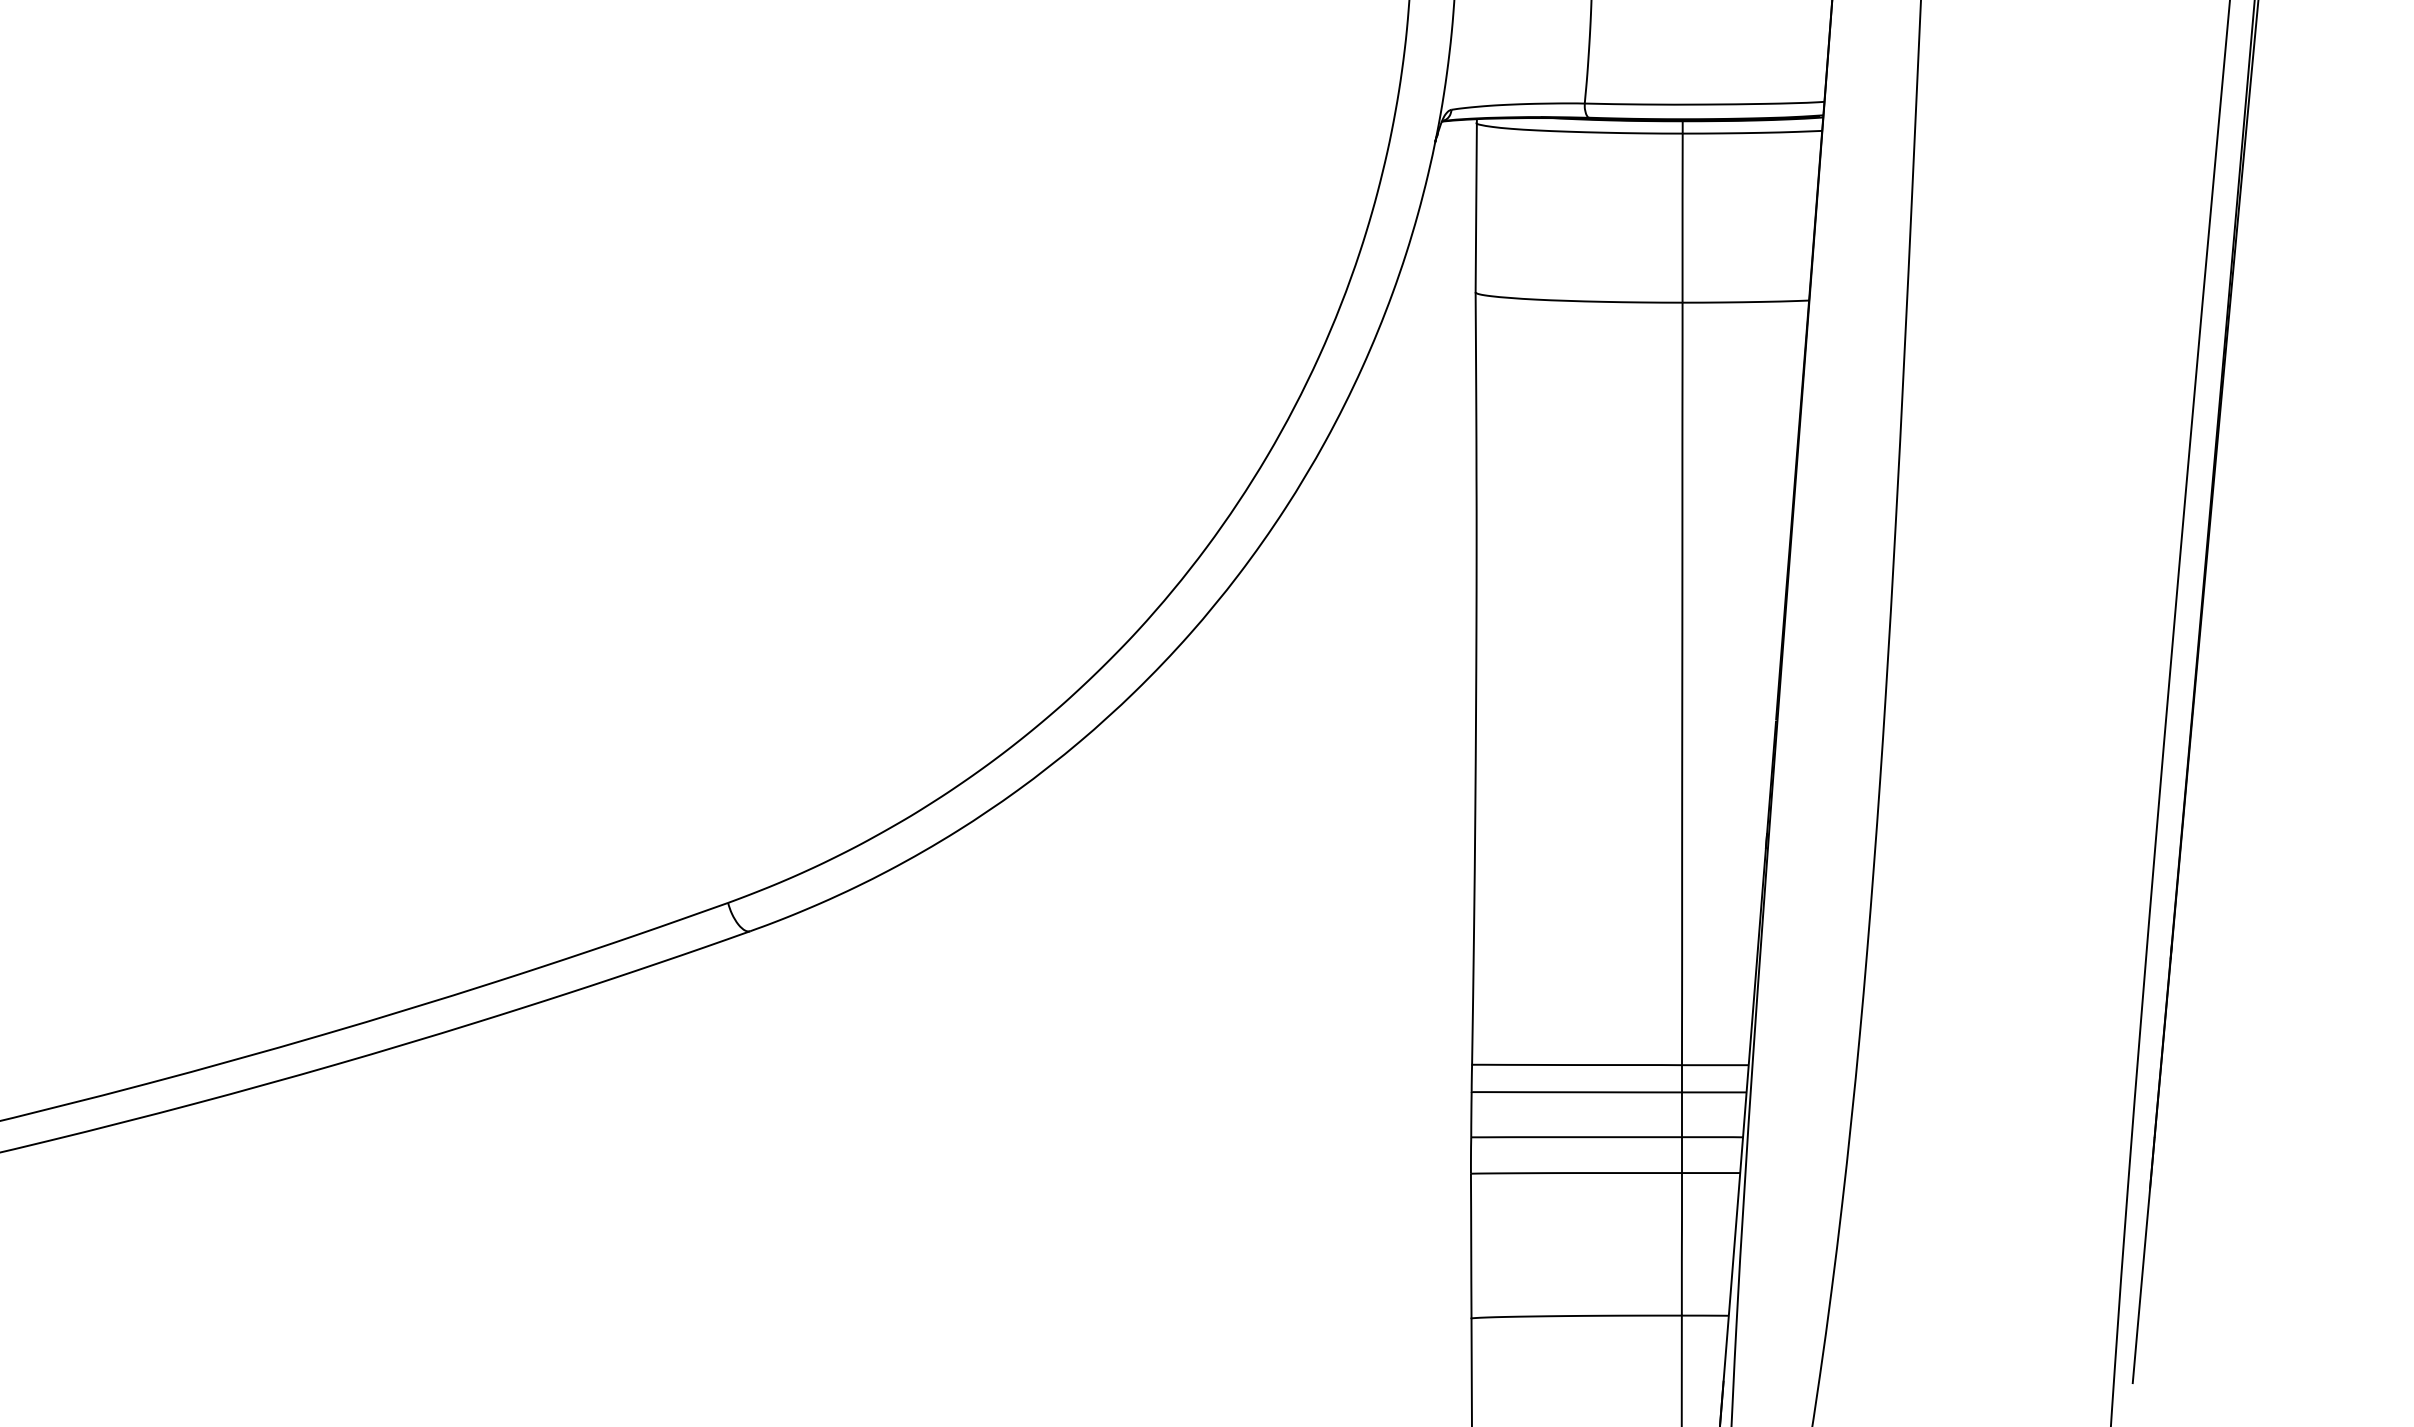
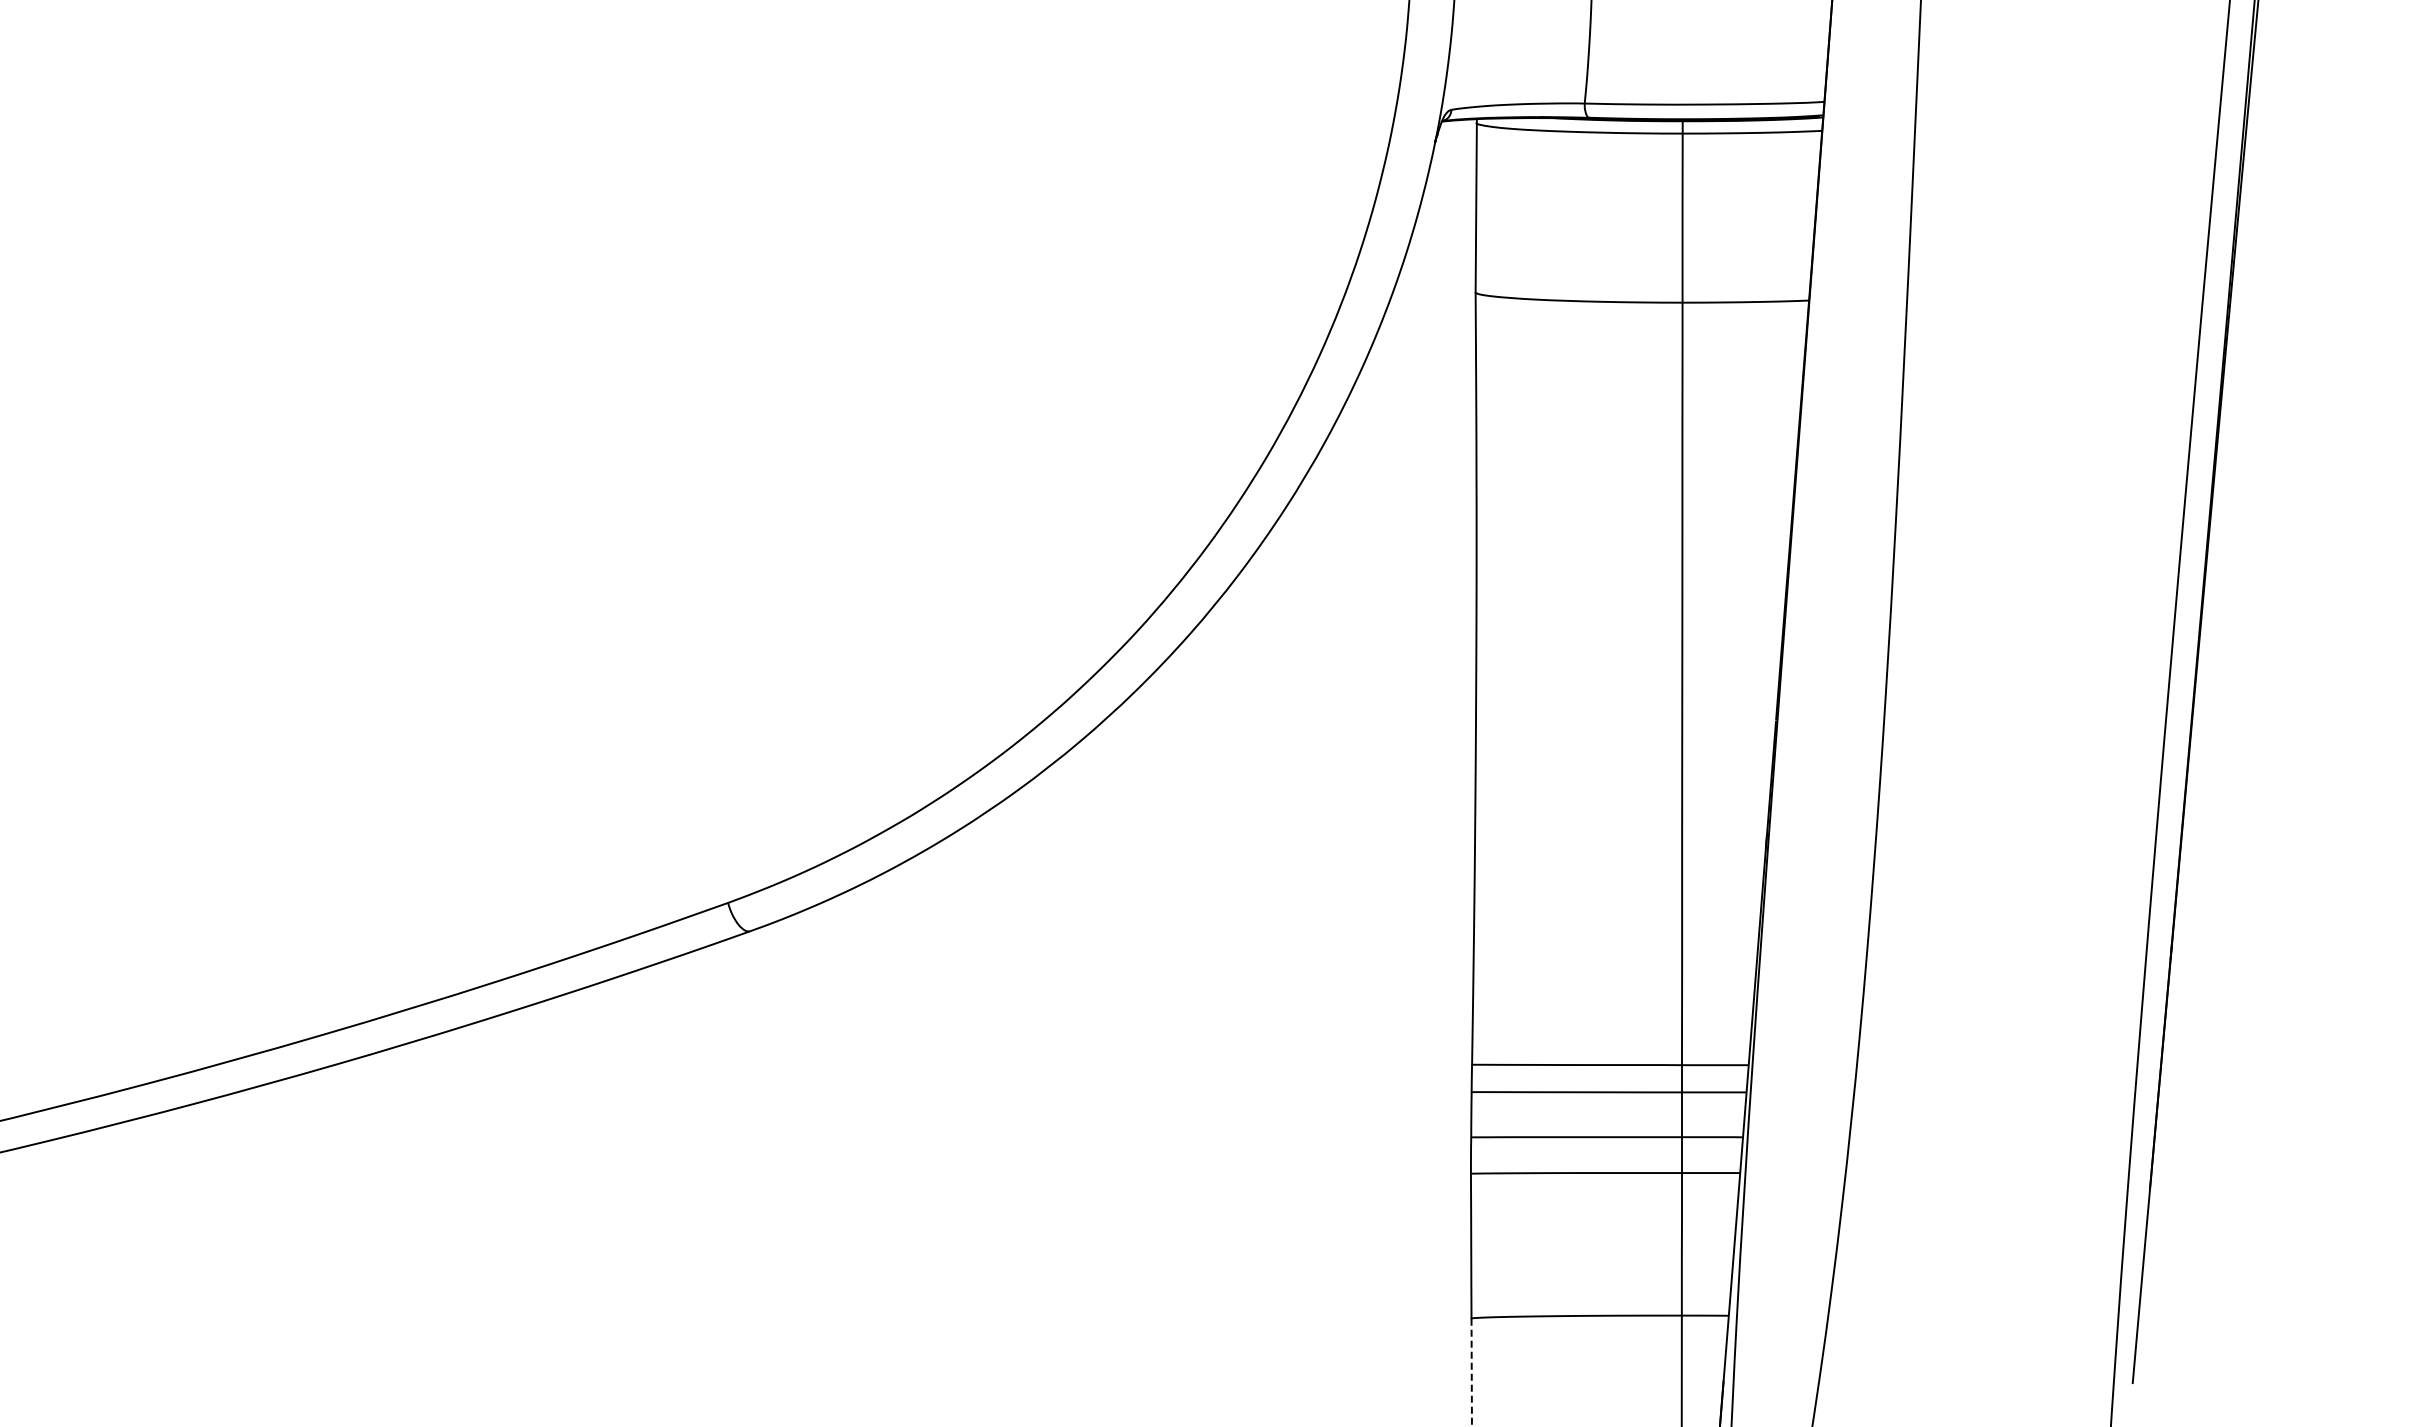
line at (1471, 1372): solid -> dashed
